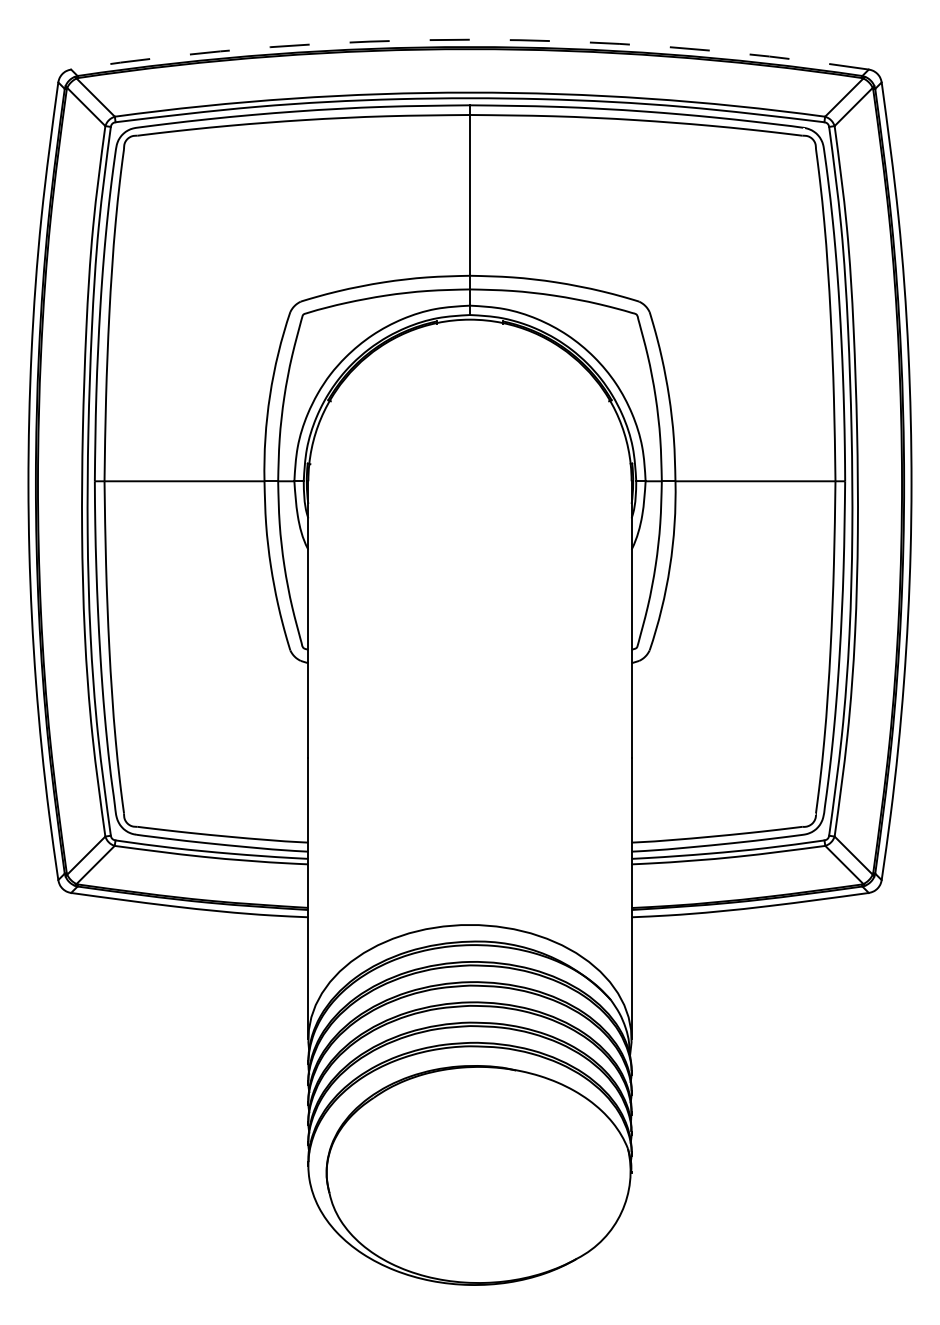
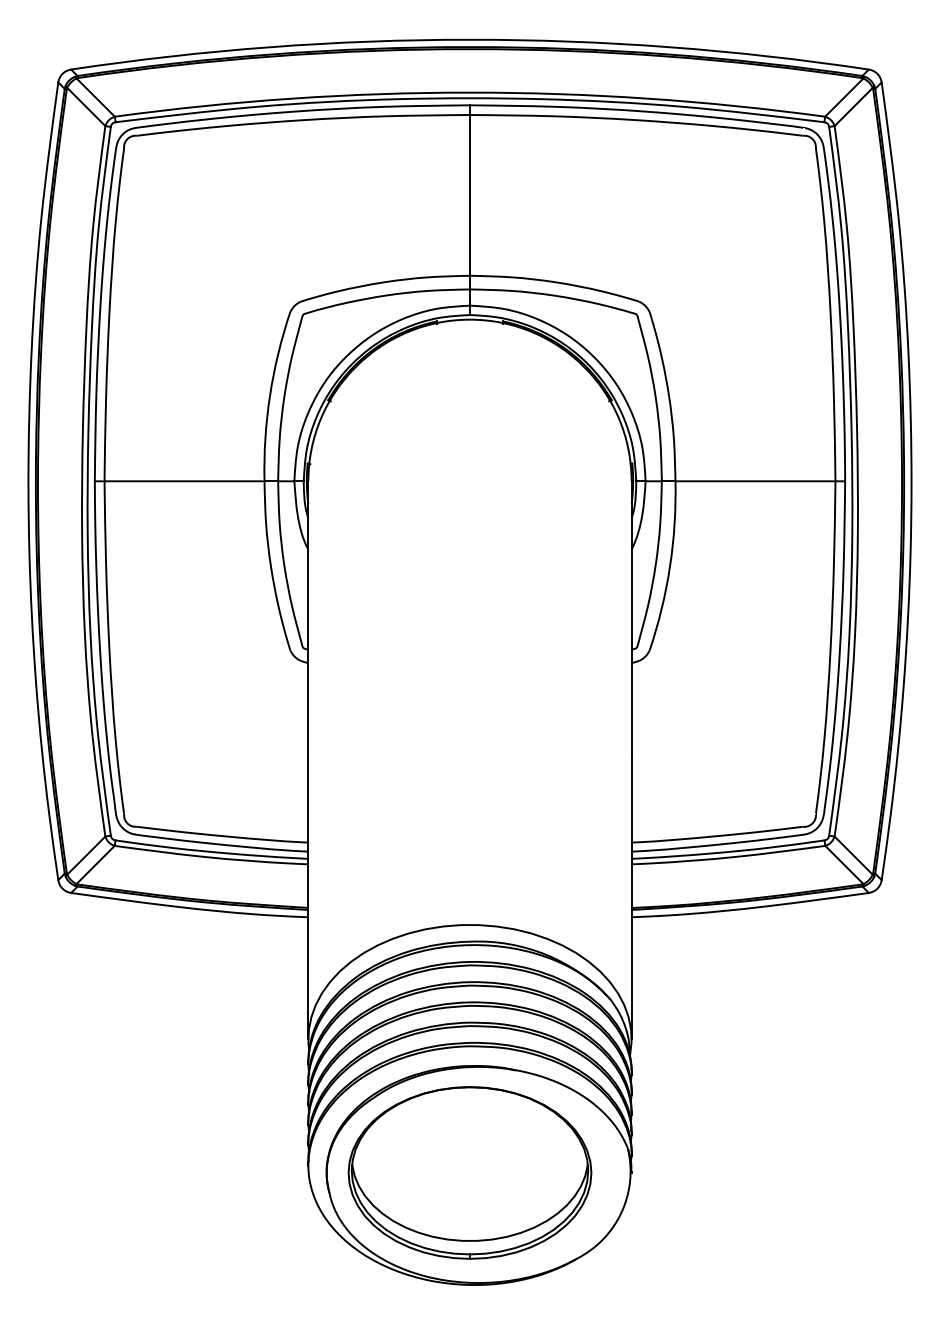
arc at (469, 39): dashed -> solid
part at (469, 1172): none -> present
